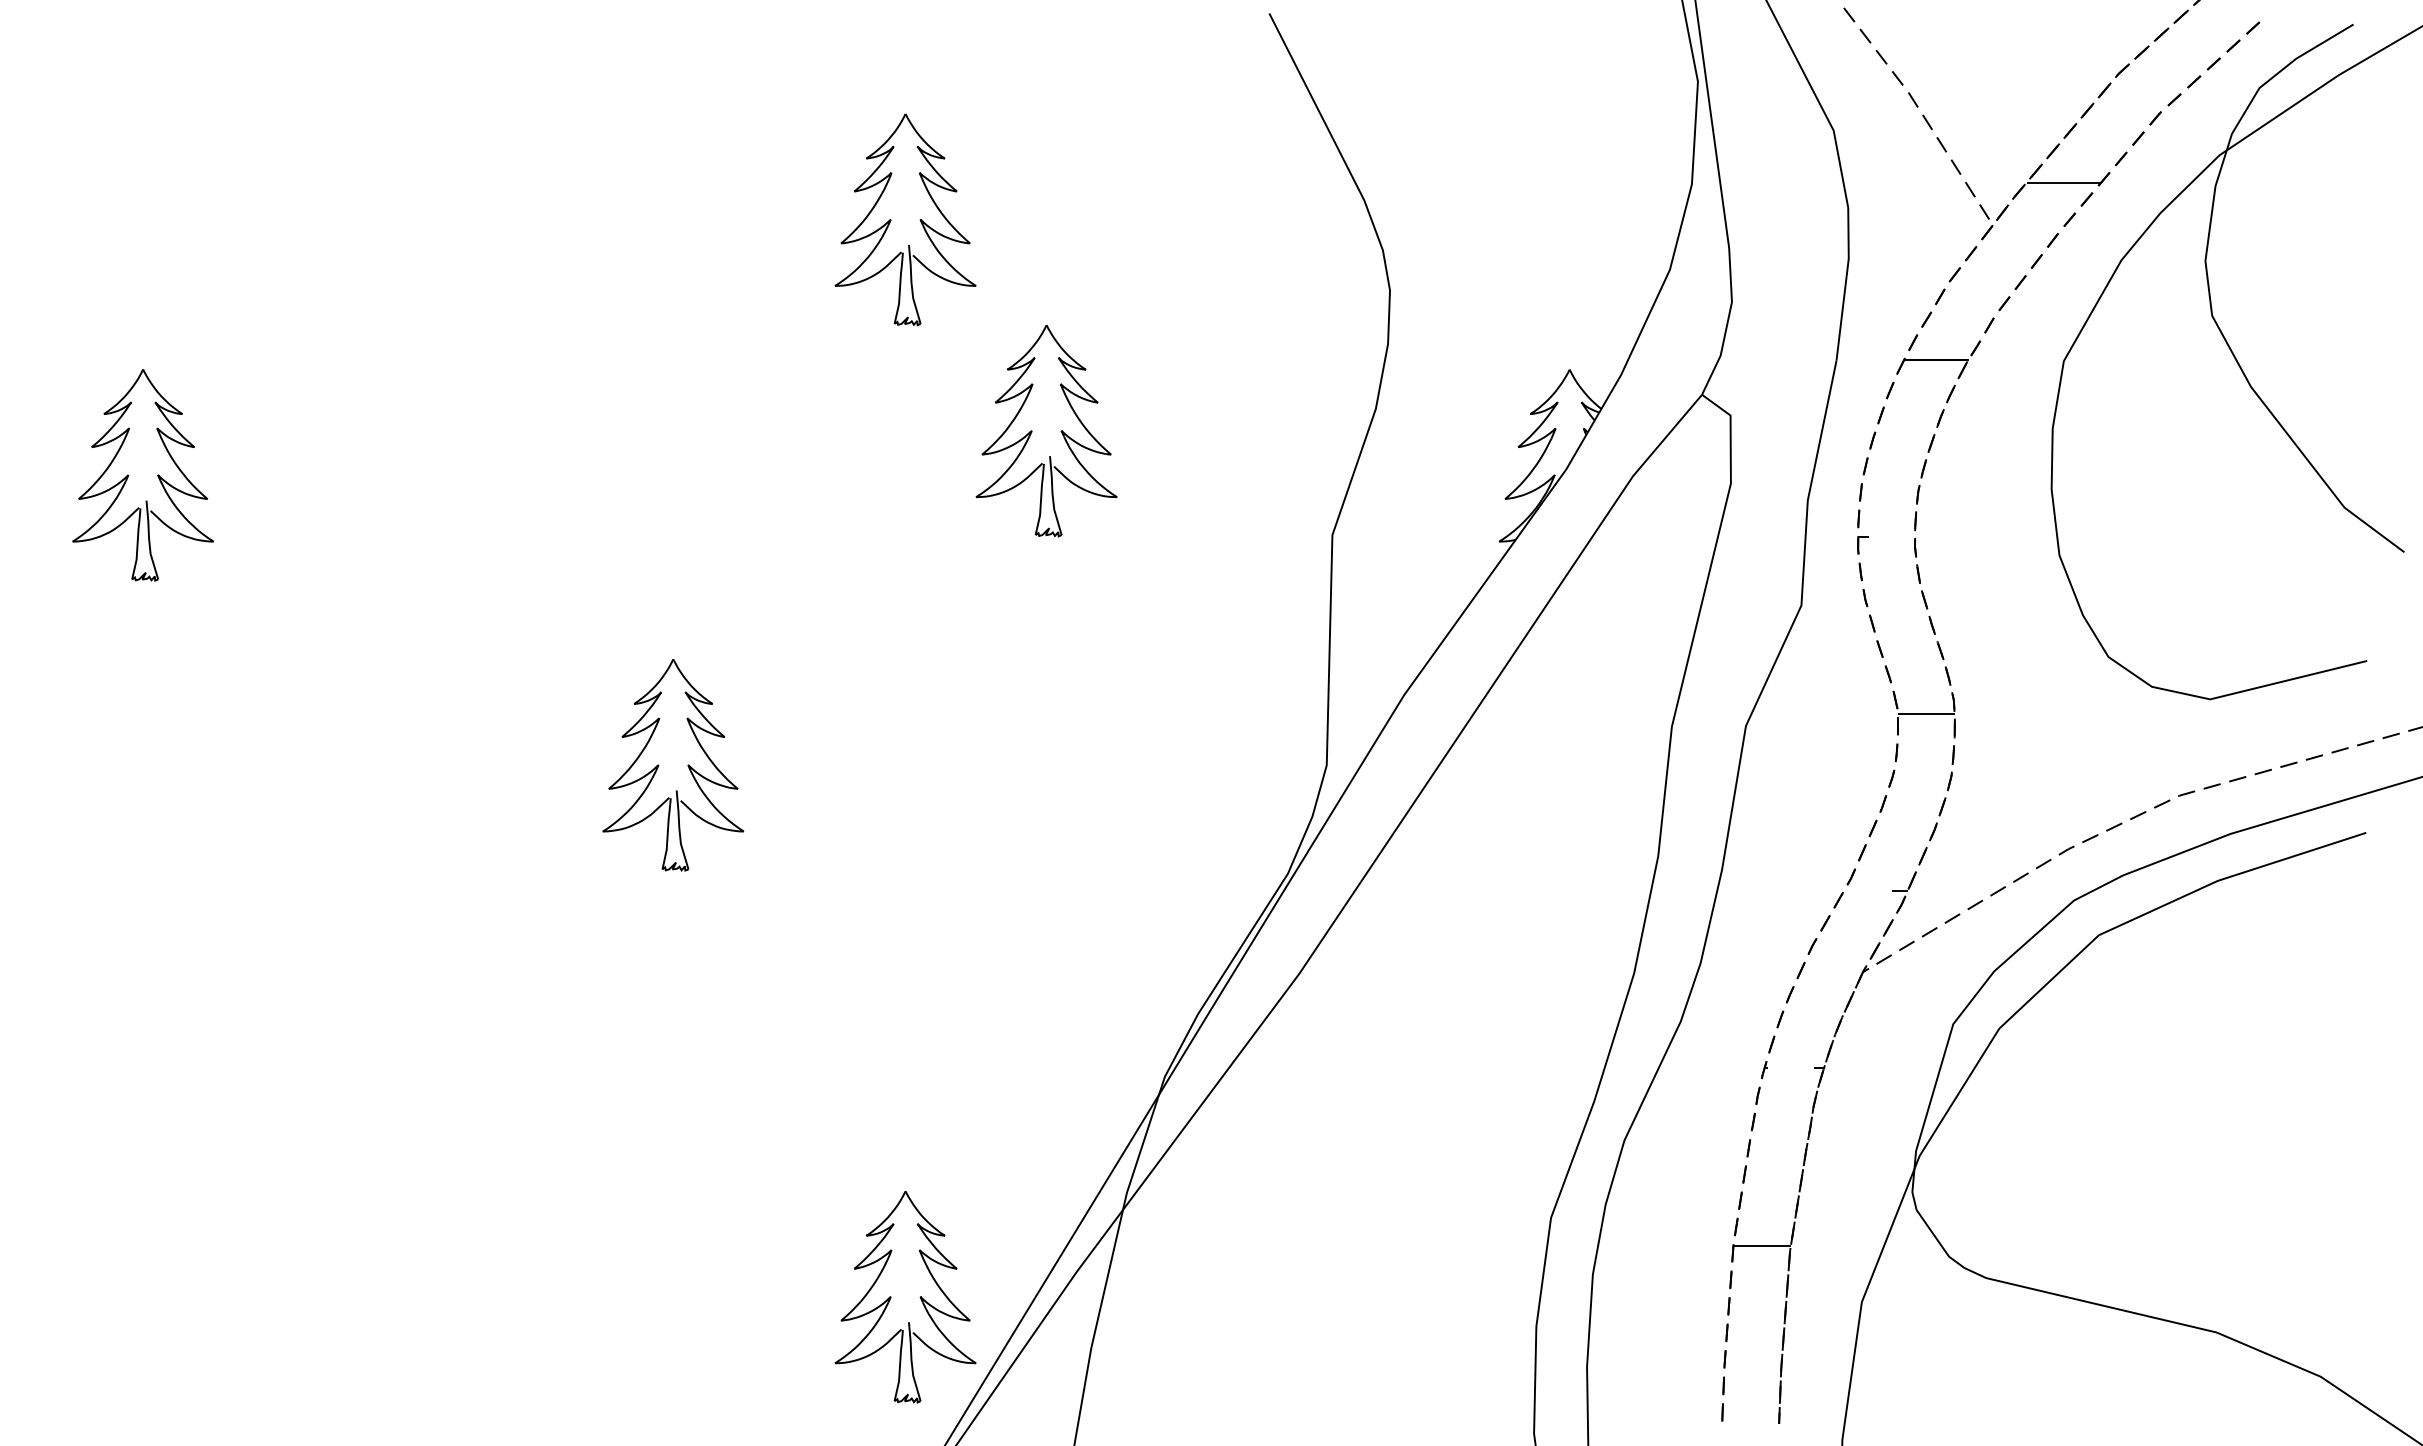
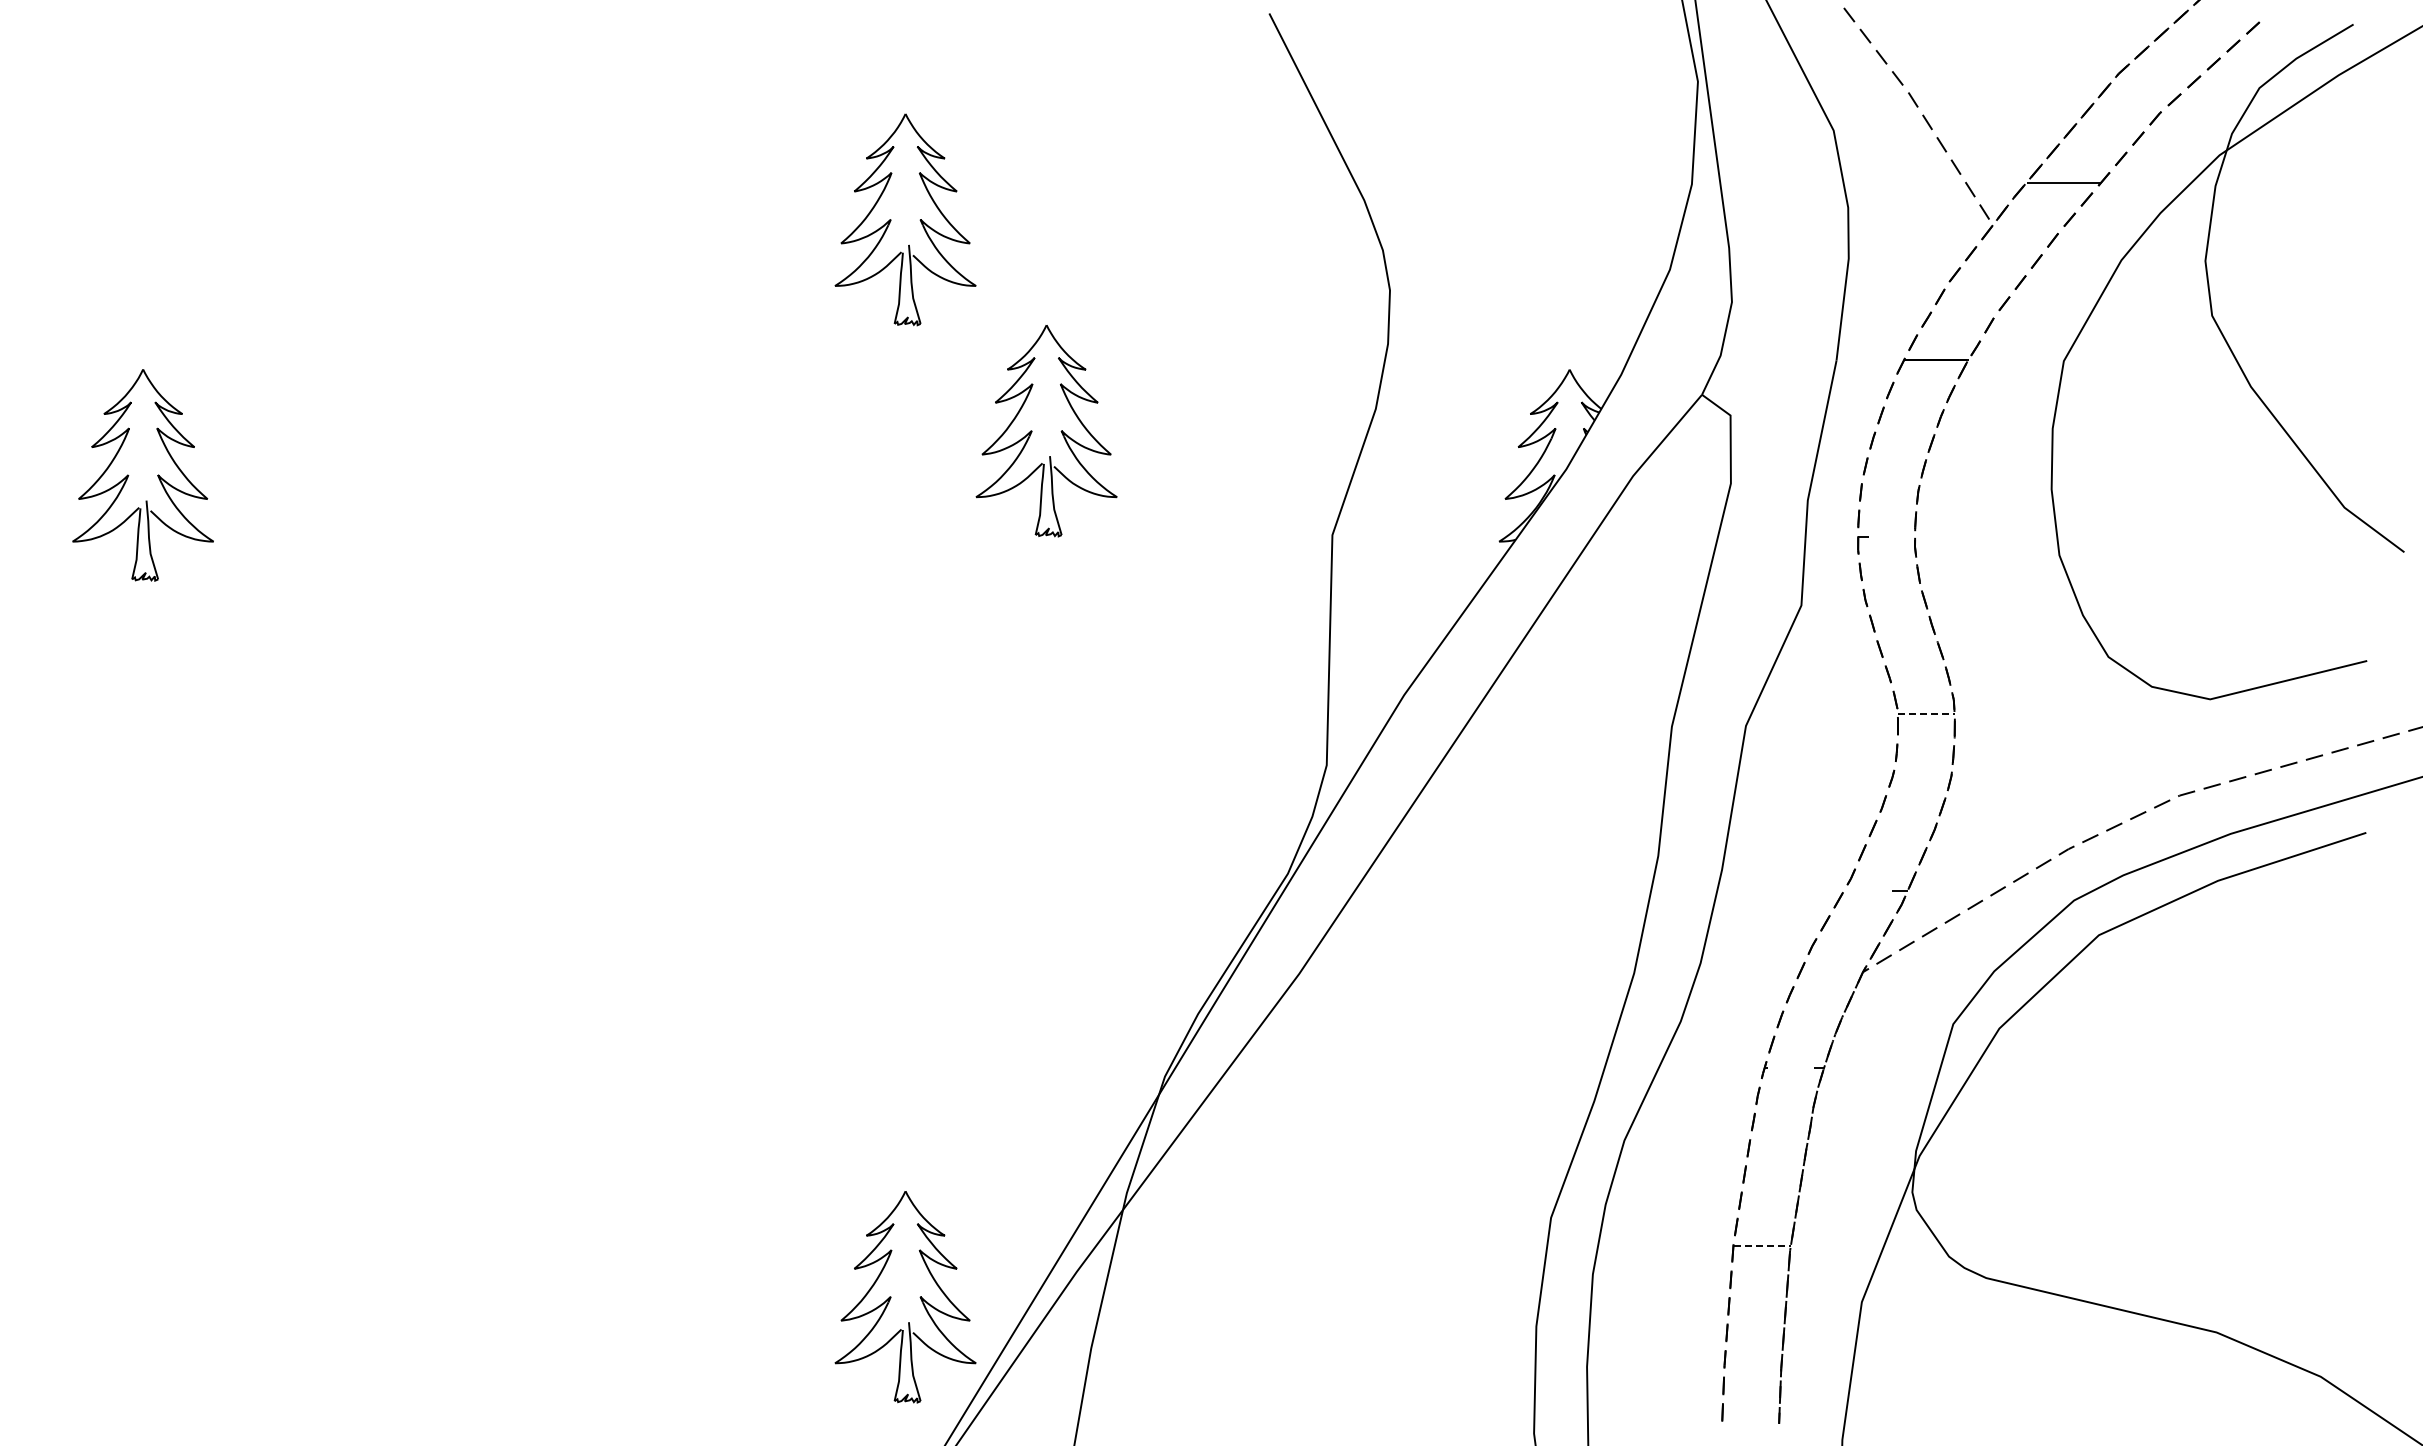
line at (1926, 714): solid -> dashed
part at (659, 765): present -> none
line at (1762, 1245): solid -> dashed
